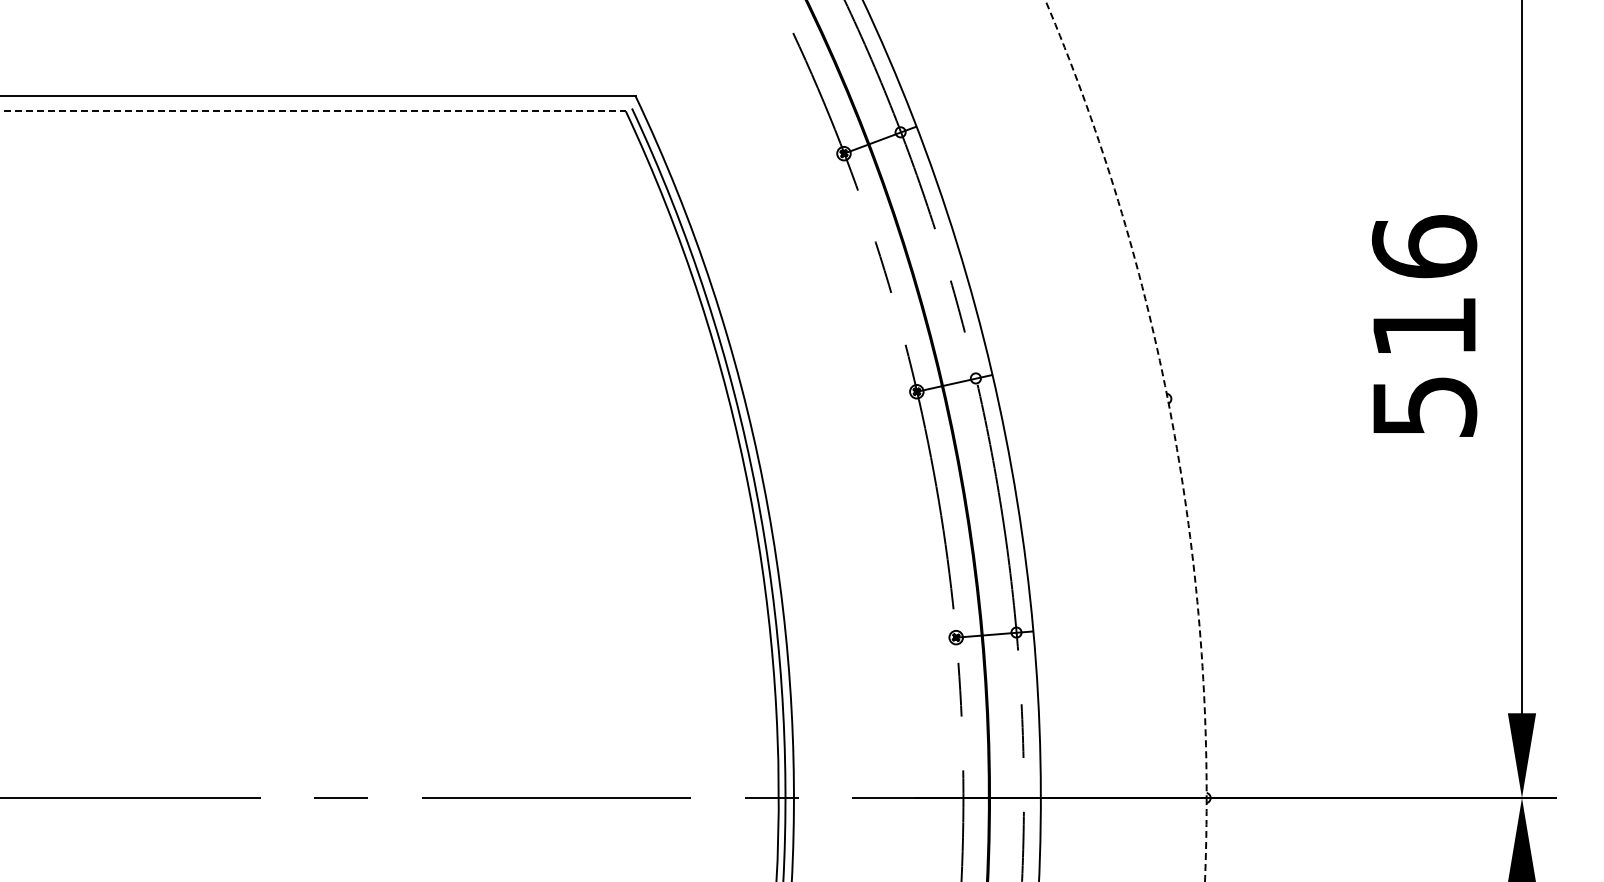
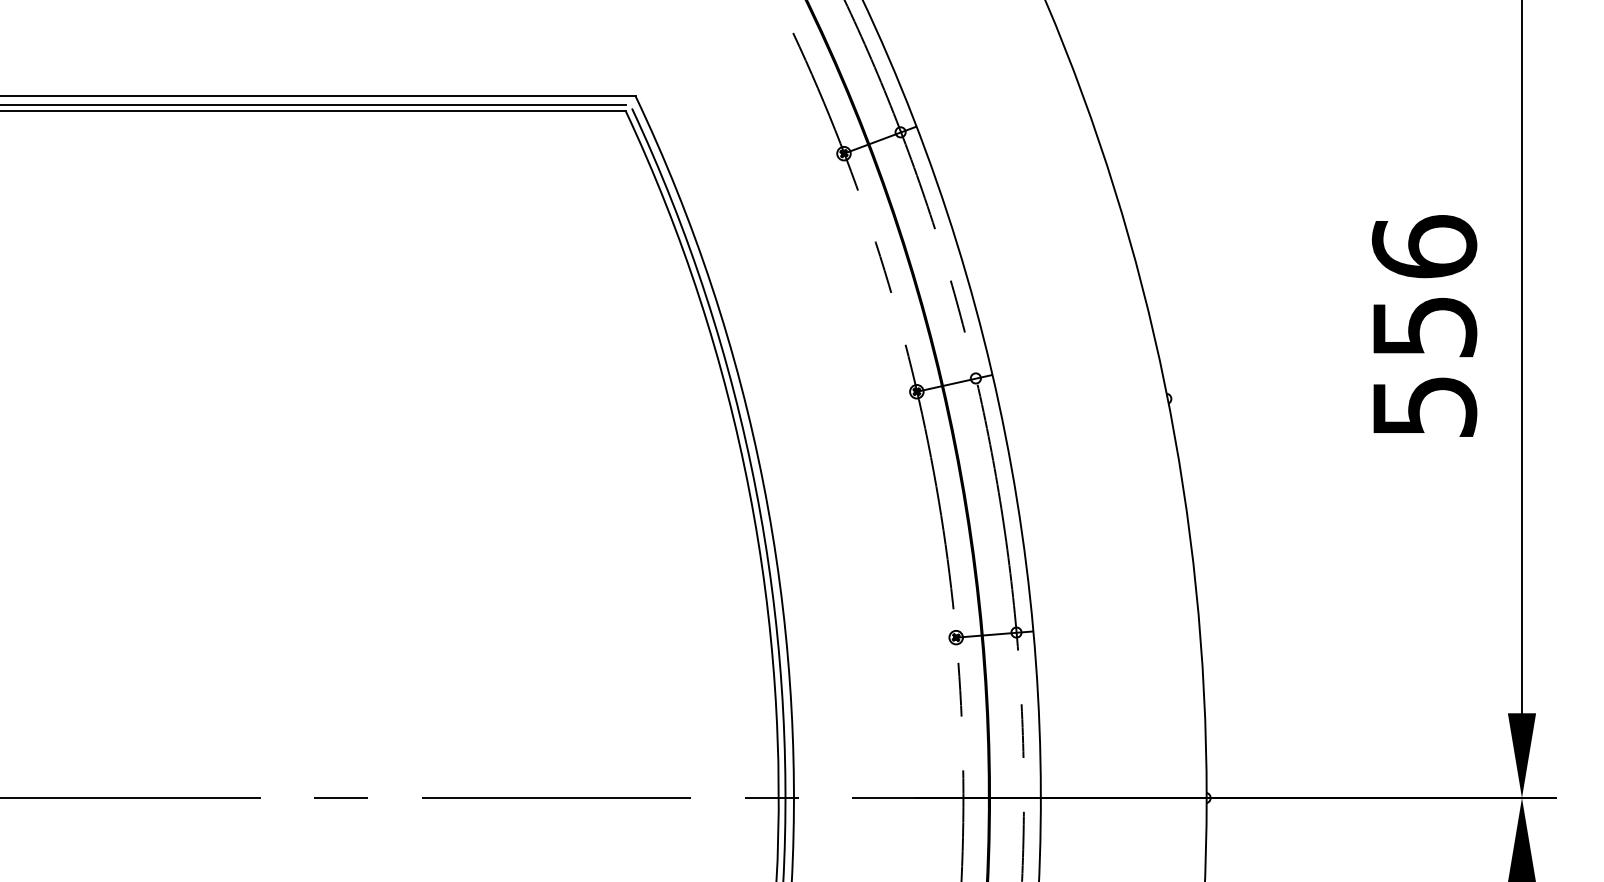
line at (313, 104): none -> present
line at (313, 111): dashed -> solid
text at (1425, 327): 516 -> 556
circle at (1125, 440): dashed -> solid
